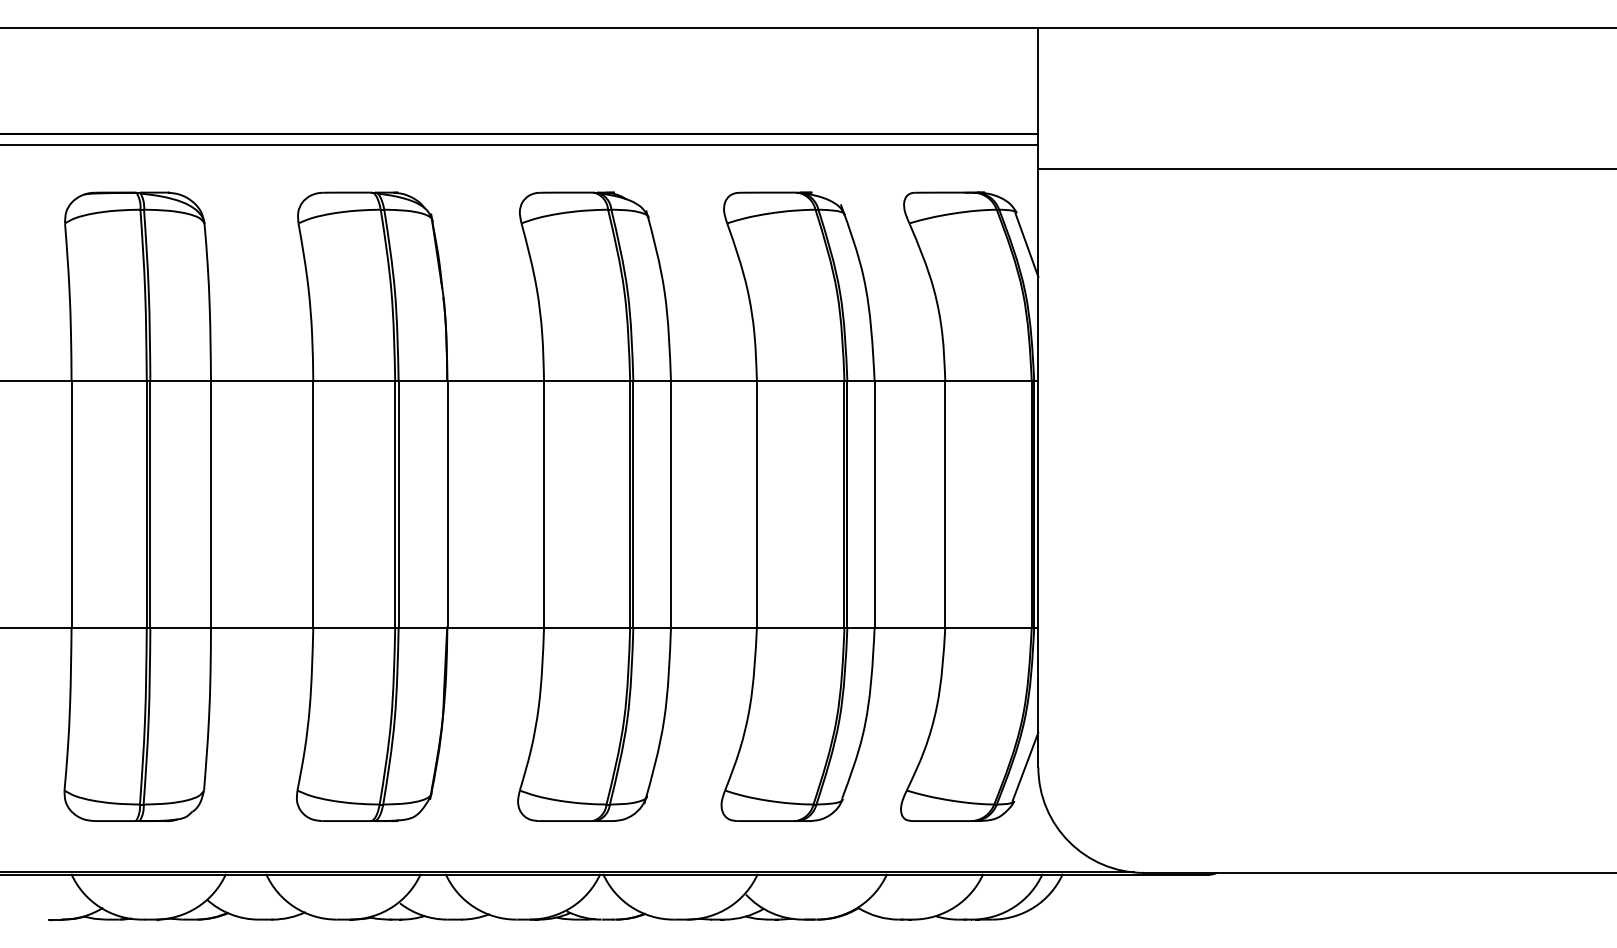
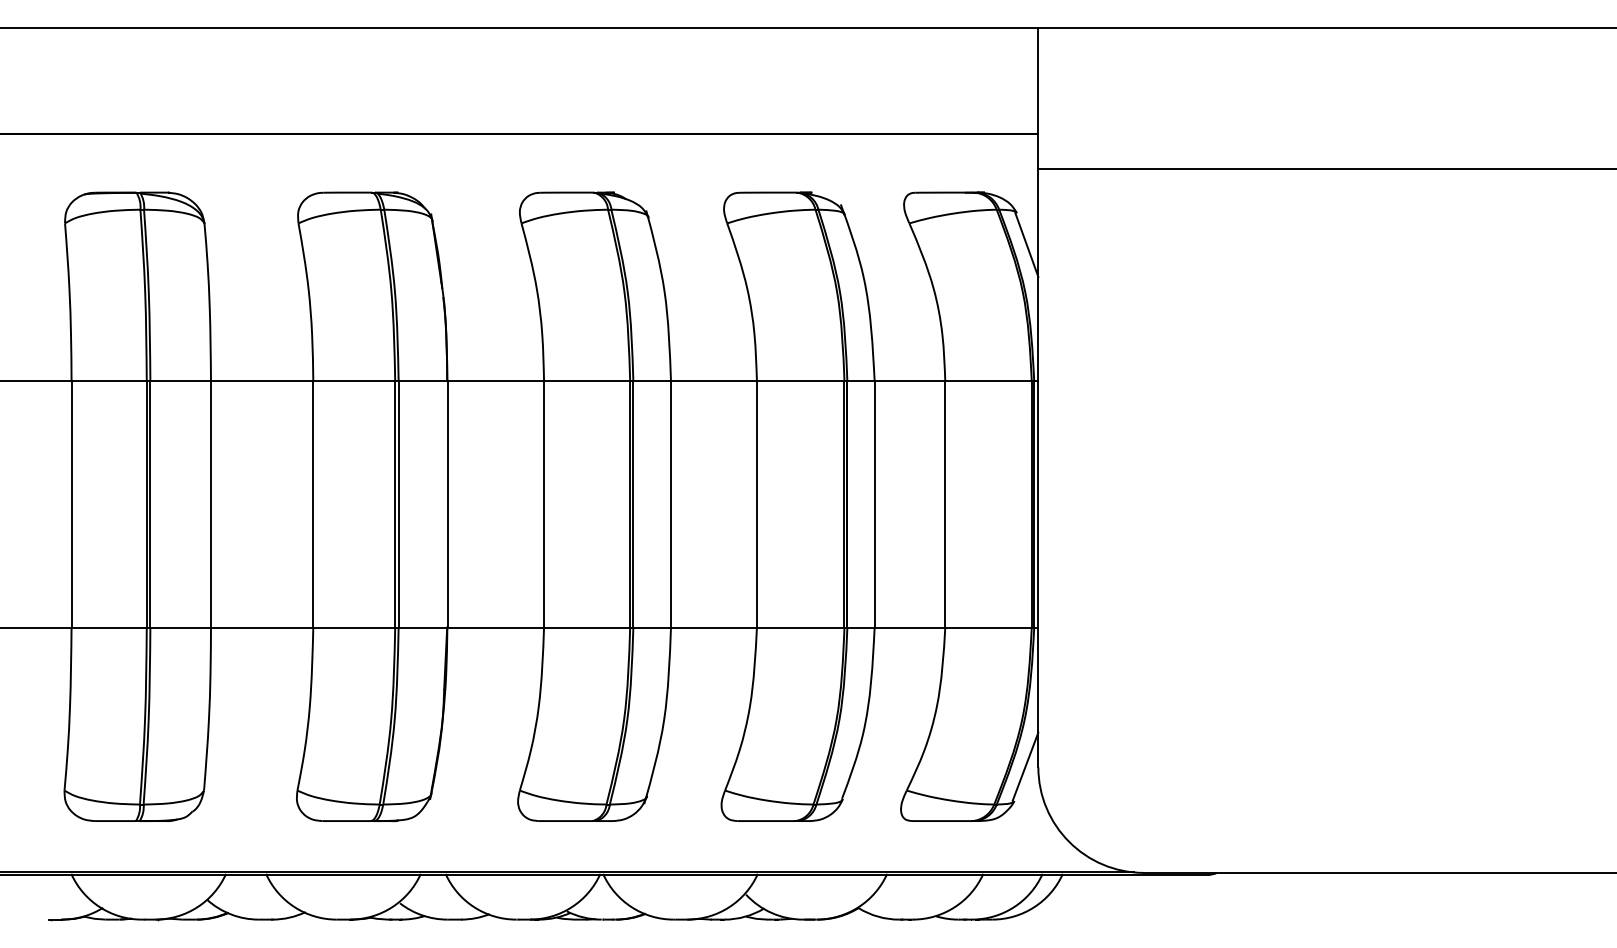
line at (520, 145): present -> none
